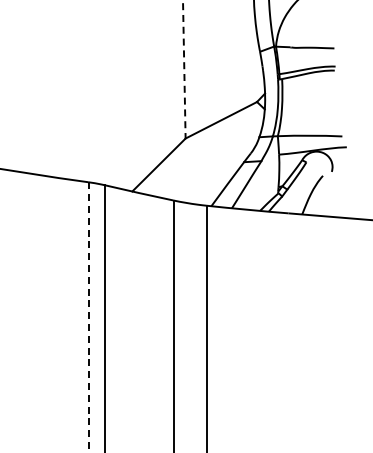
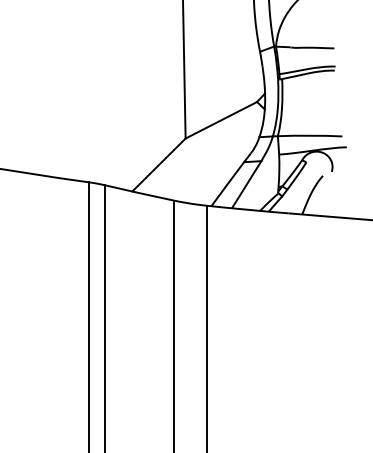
line at (184, 69): dashed -> solid
line at (88, 318): dashed -> solid
